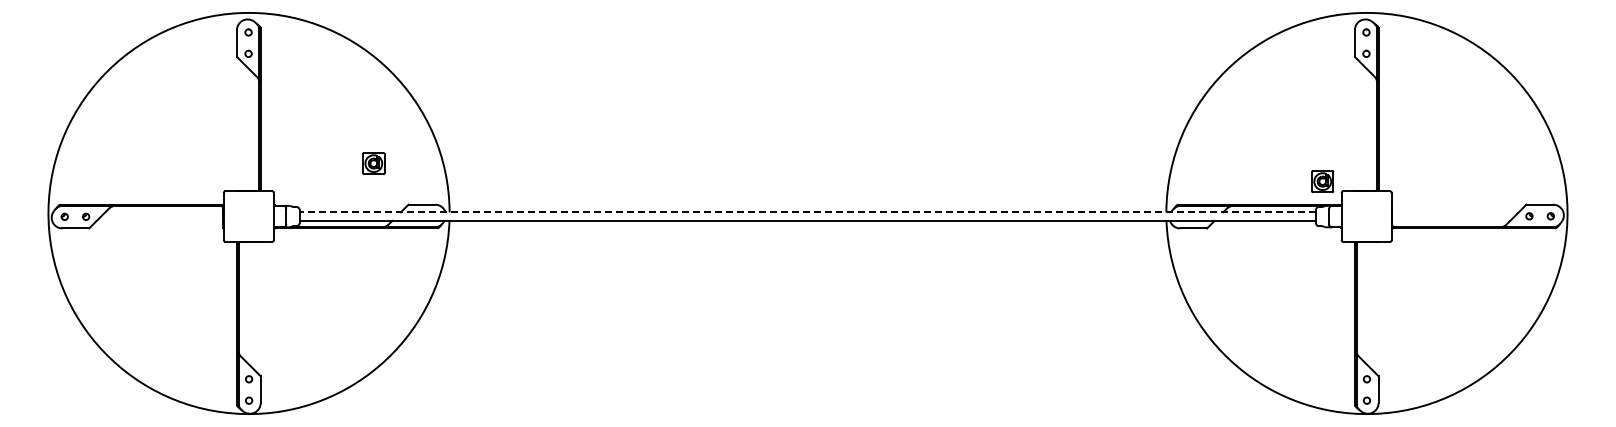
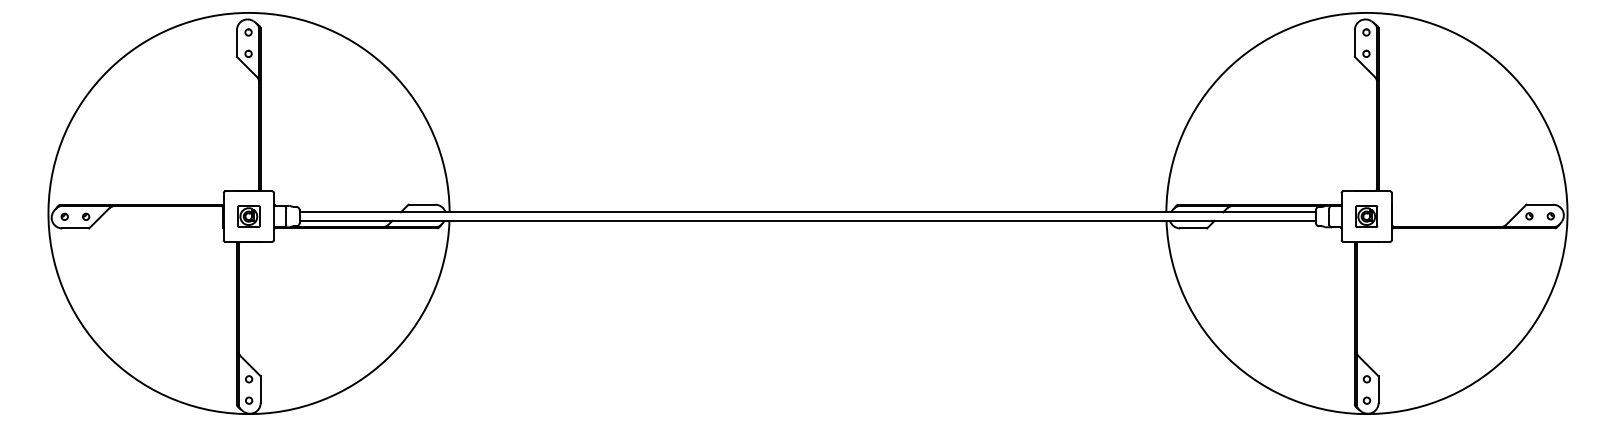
part at (373, 163) position: (373, 163) -> (248, 216)
part at (1322, 181) position: (1322, 181) -> (1366, 216)
line at (807, 212): dashed -> solid
